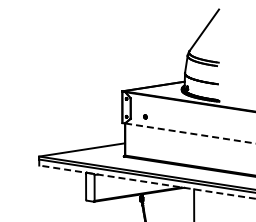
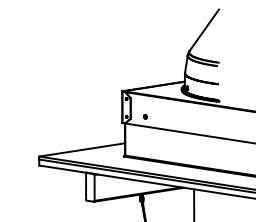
line at (190, 133): dashed -> solid
line at (147, 182): dashed -> solid
